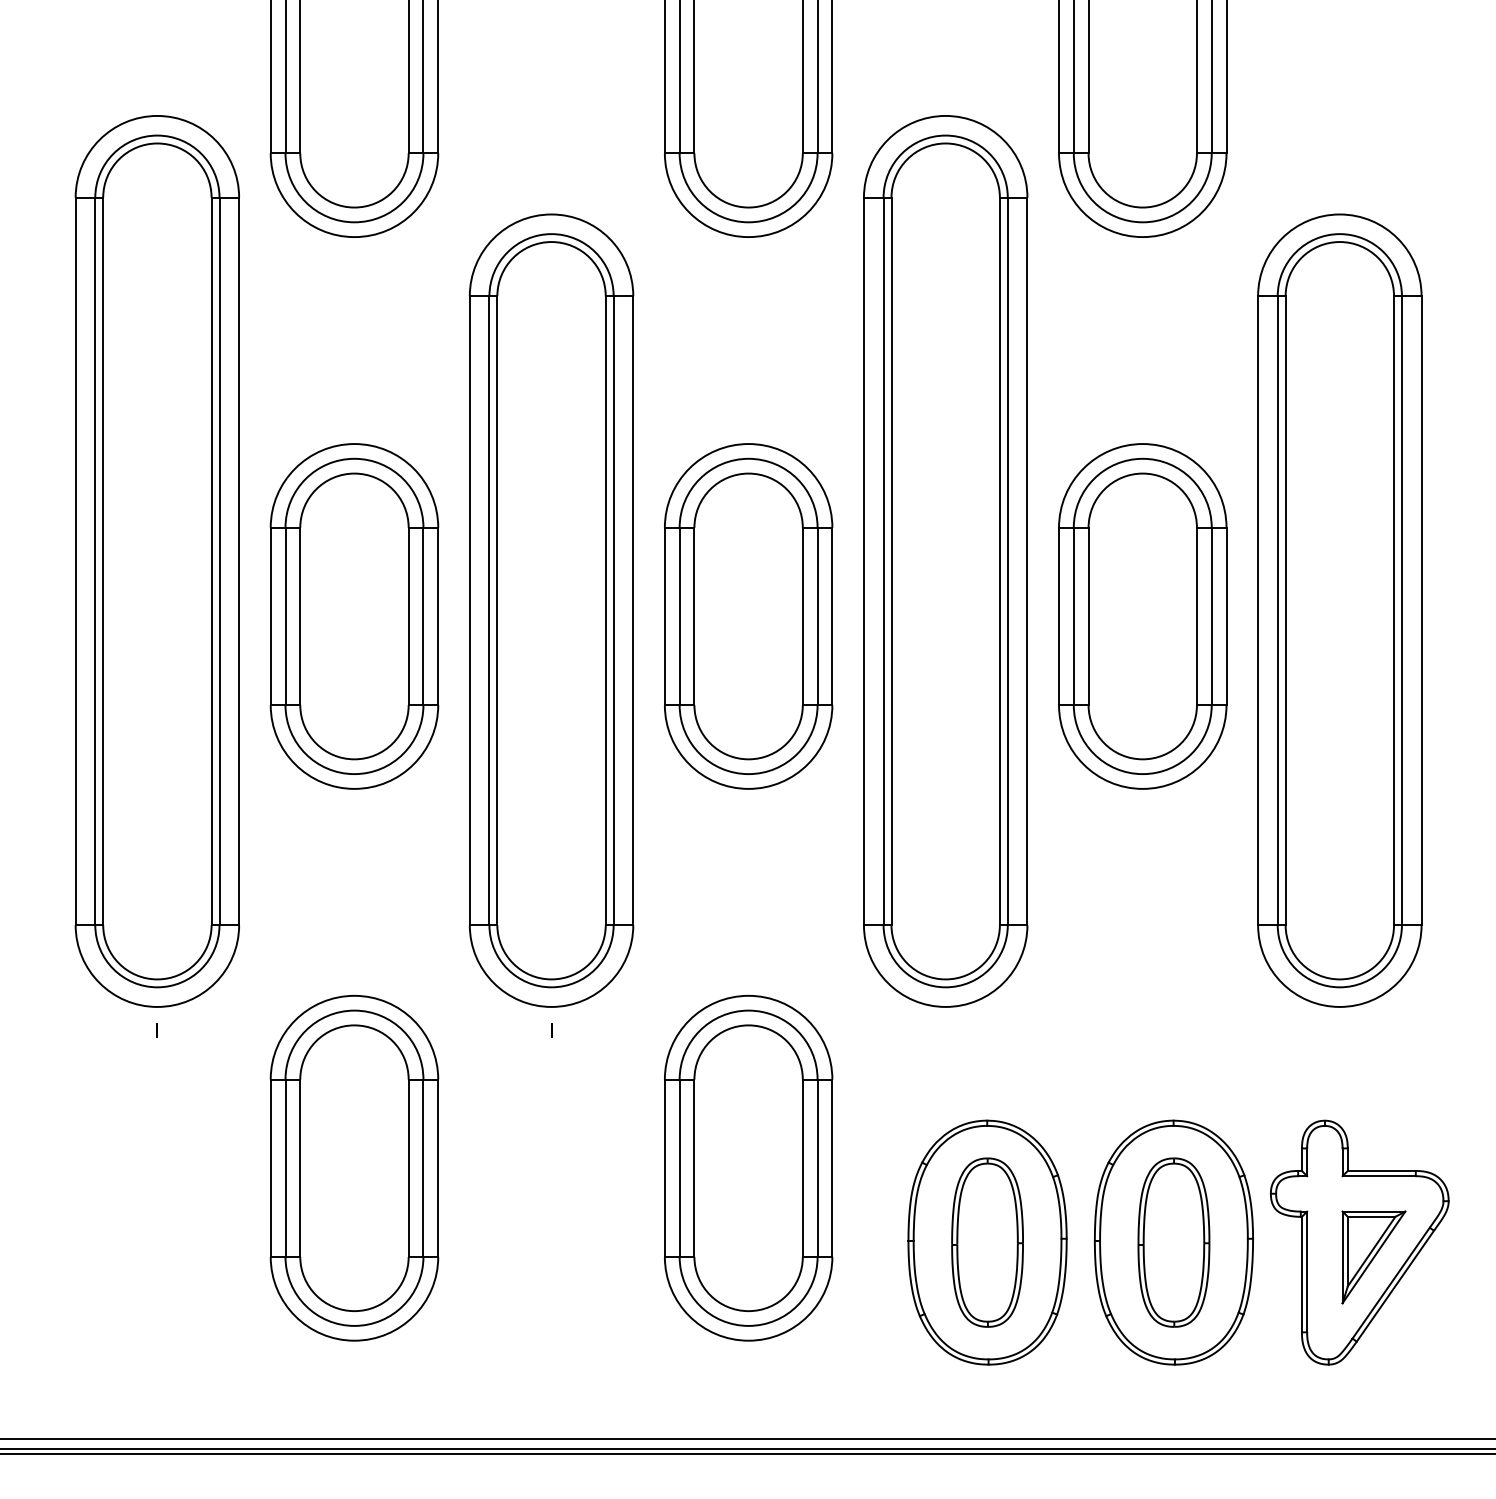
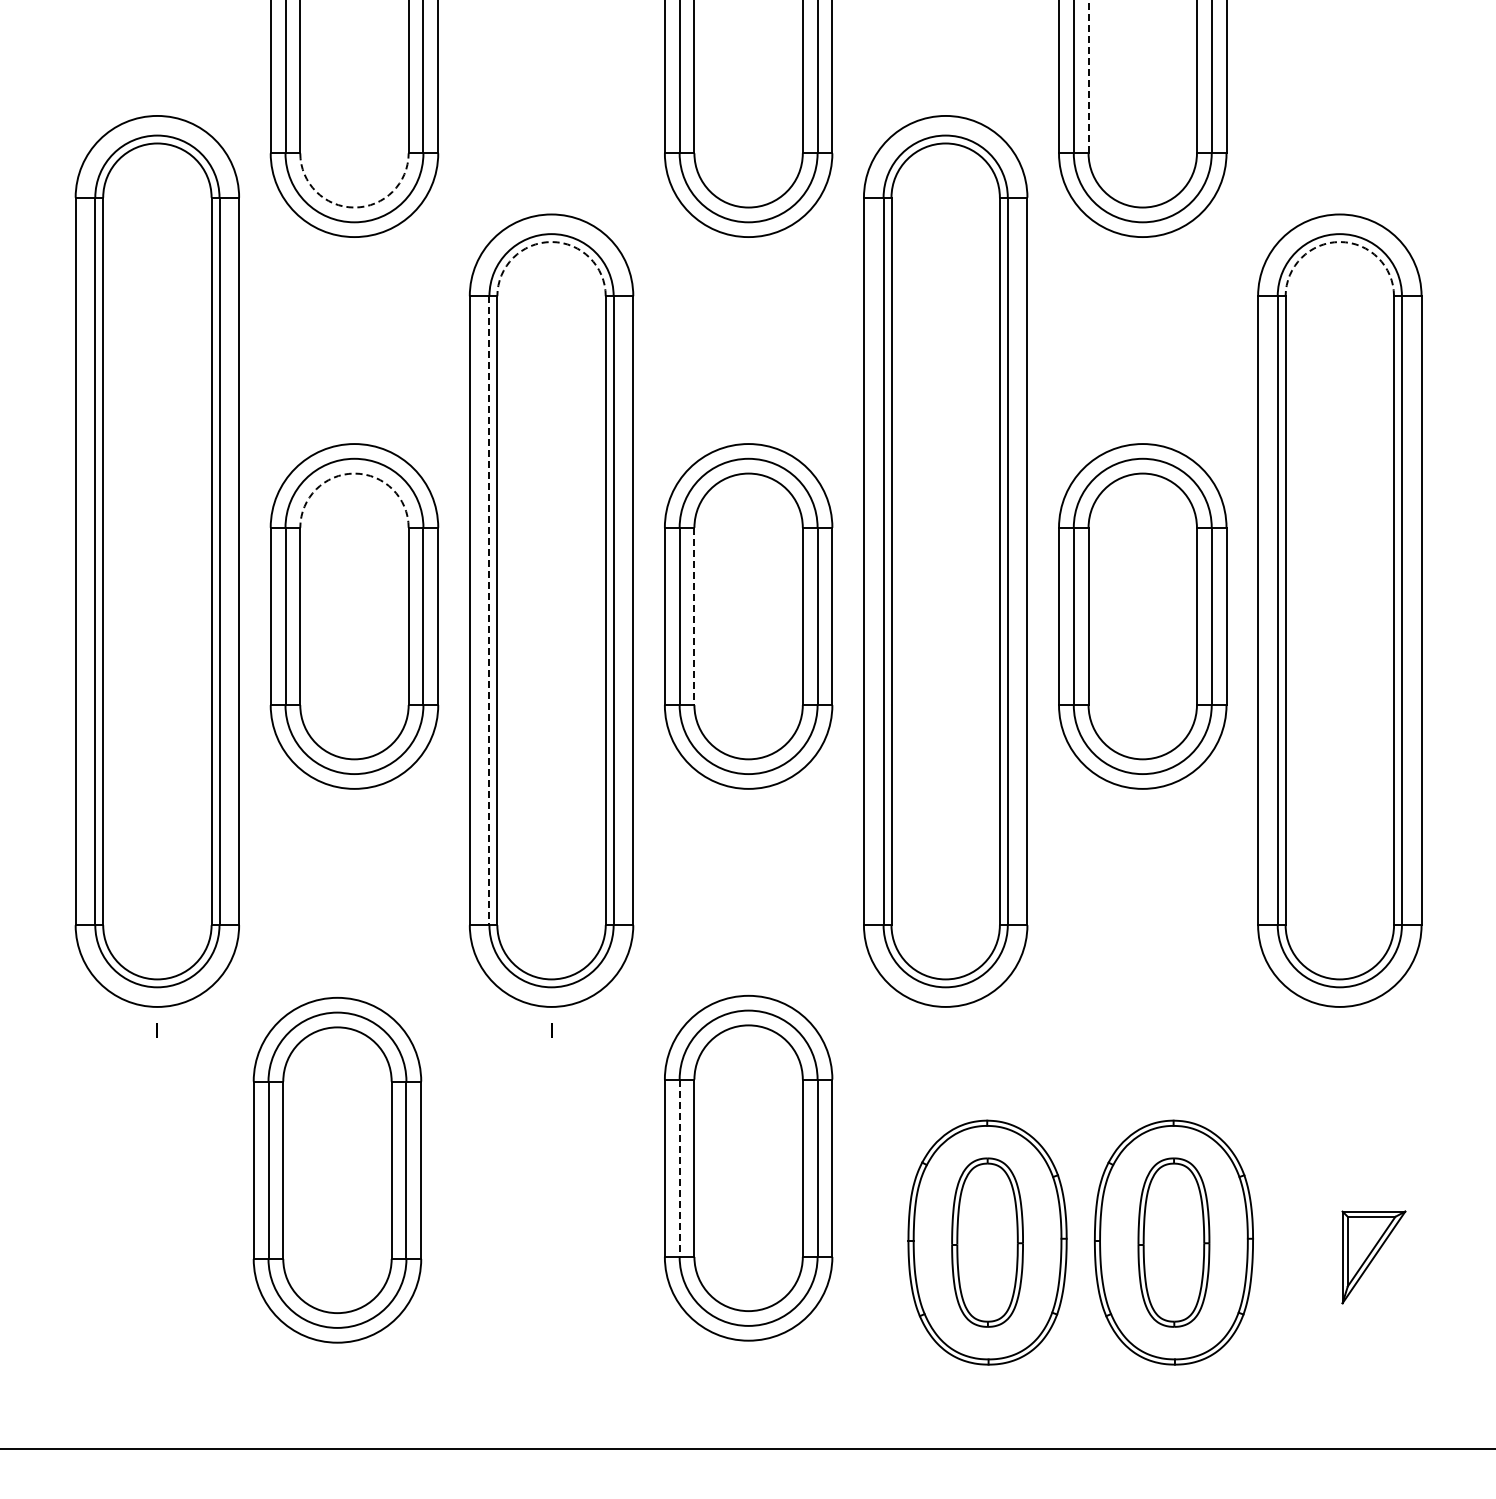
line at (1088, 77): solid -> dashed
arc at (354, 207): solid -> dashed
arc at (551, 242): solid -> dashed
arc at (1339, 242): solid -> dashed
arc at (354, 473): solid -> dashed
line at (489, 611): solid -> dashed
line at (694, 616): solid -> dashed
part at (354, 1167) position: (354, 1167) -> (337, 1169)
line at (679, 1168): solid -> dashed
part at (1359, 1242): present -> none
line at (747, 1439): present -> none
line at (747, 1454): present -> none
